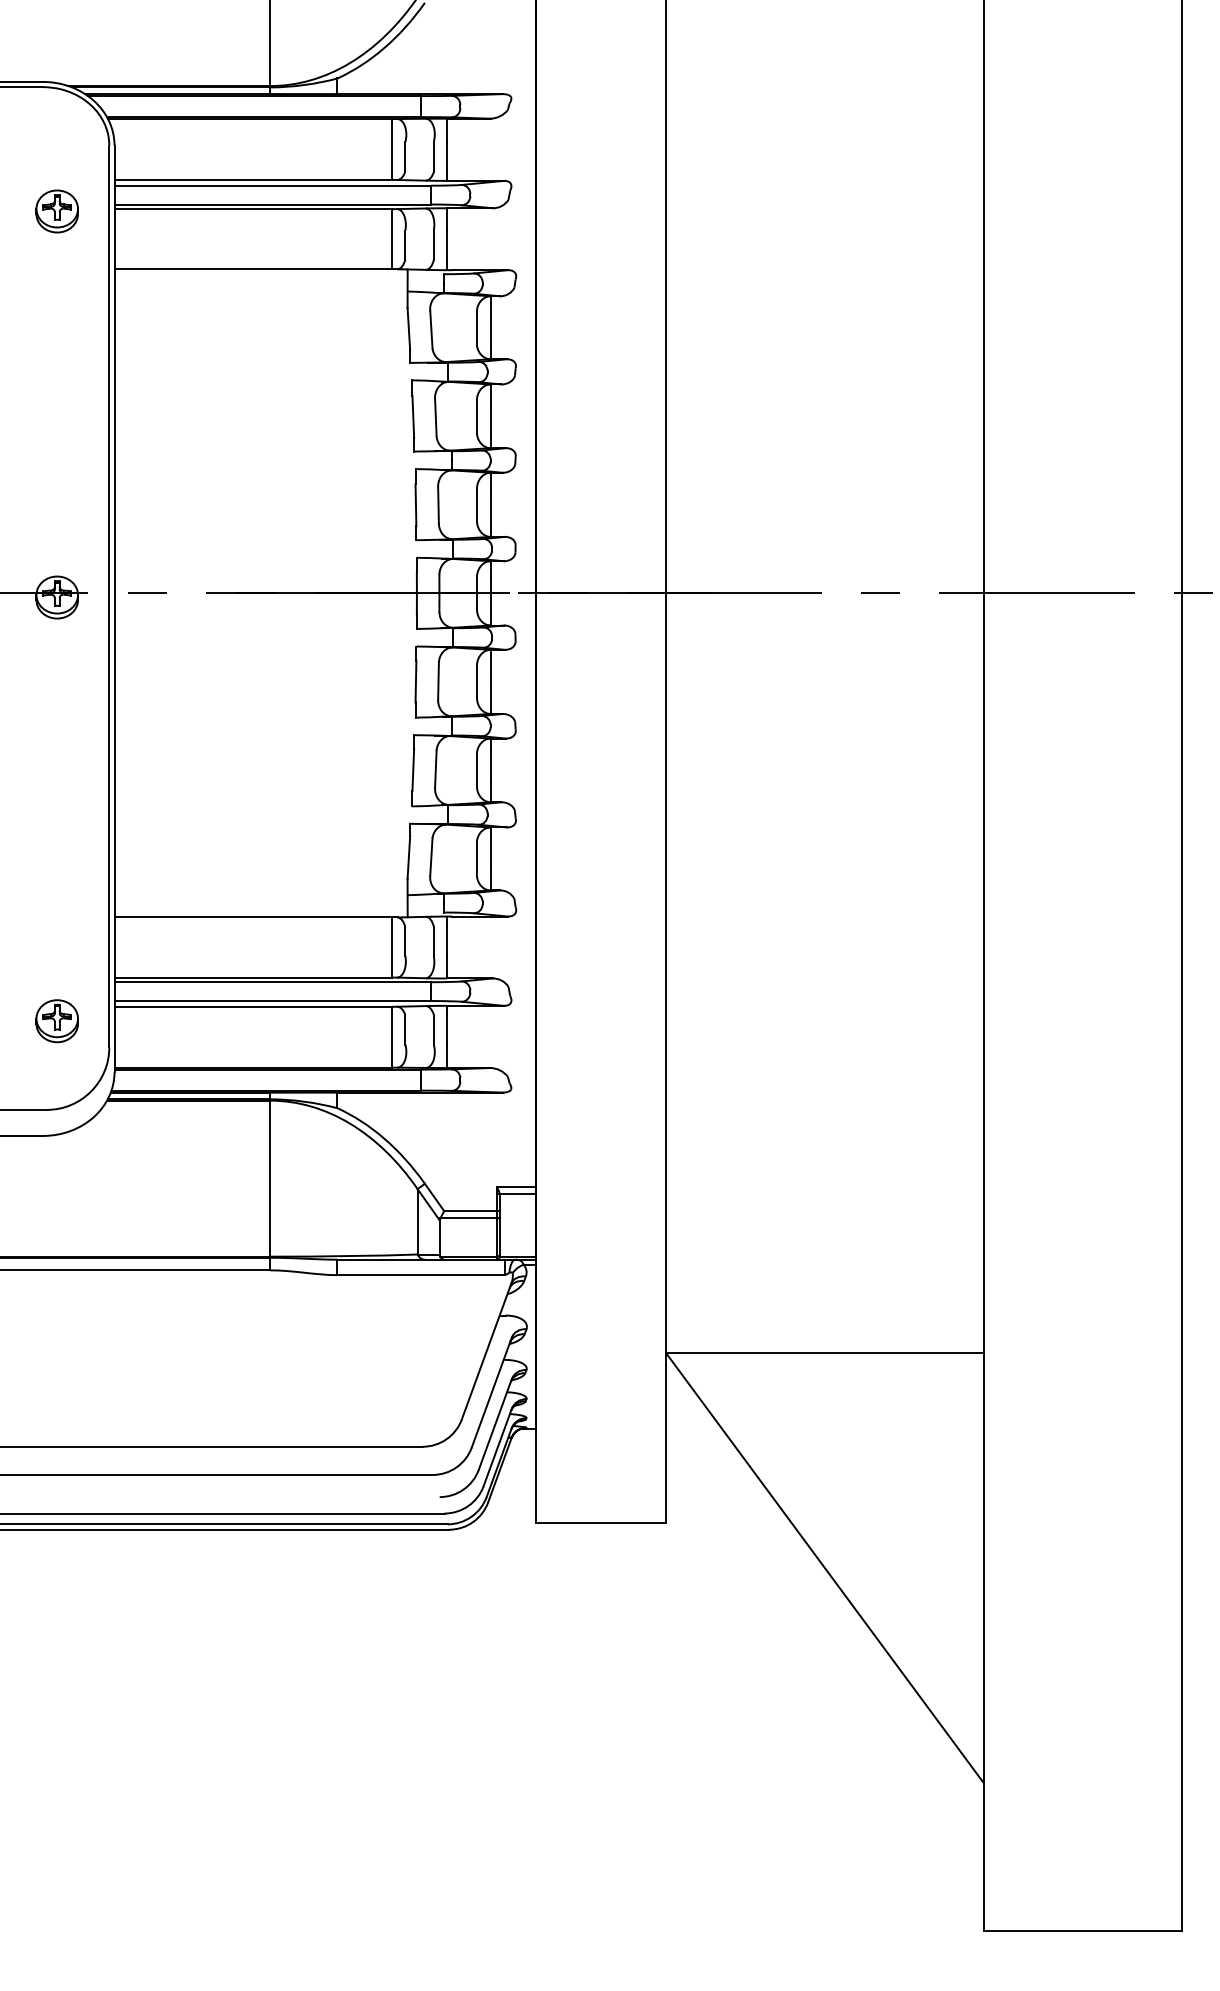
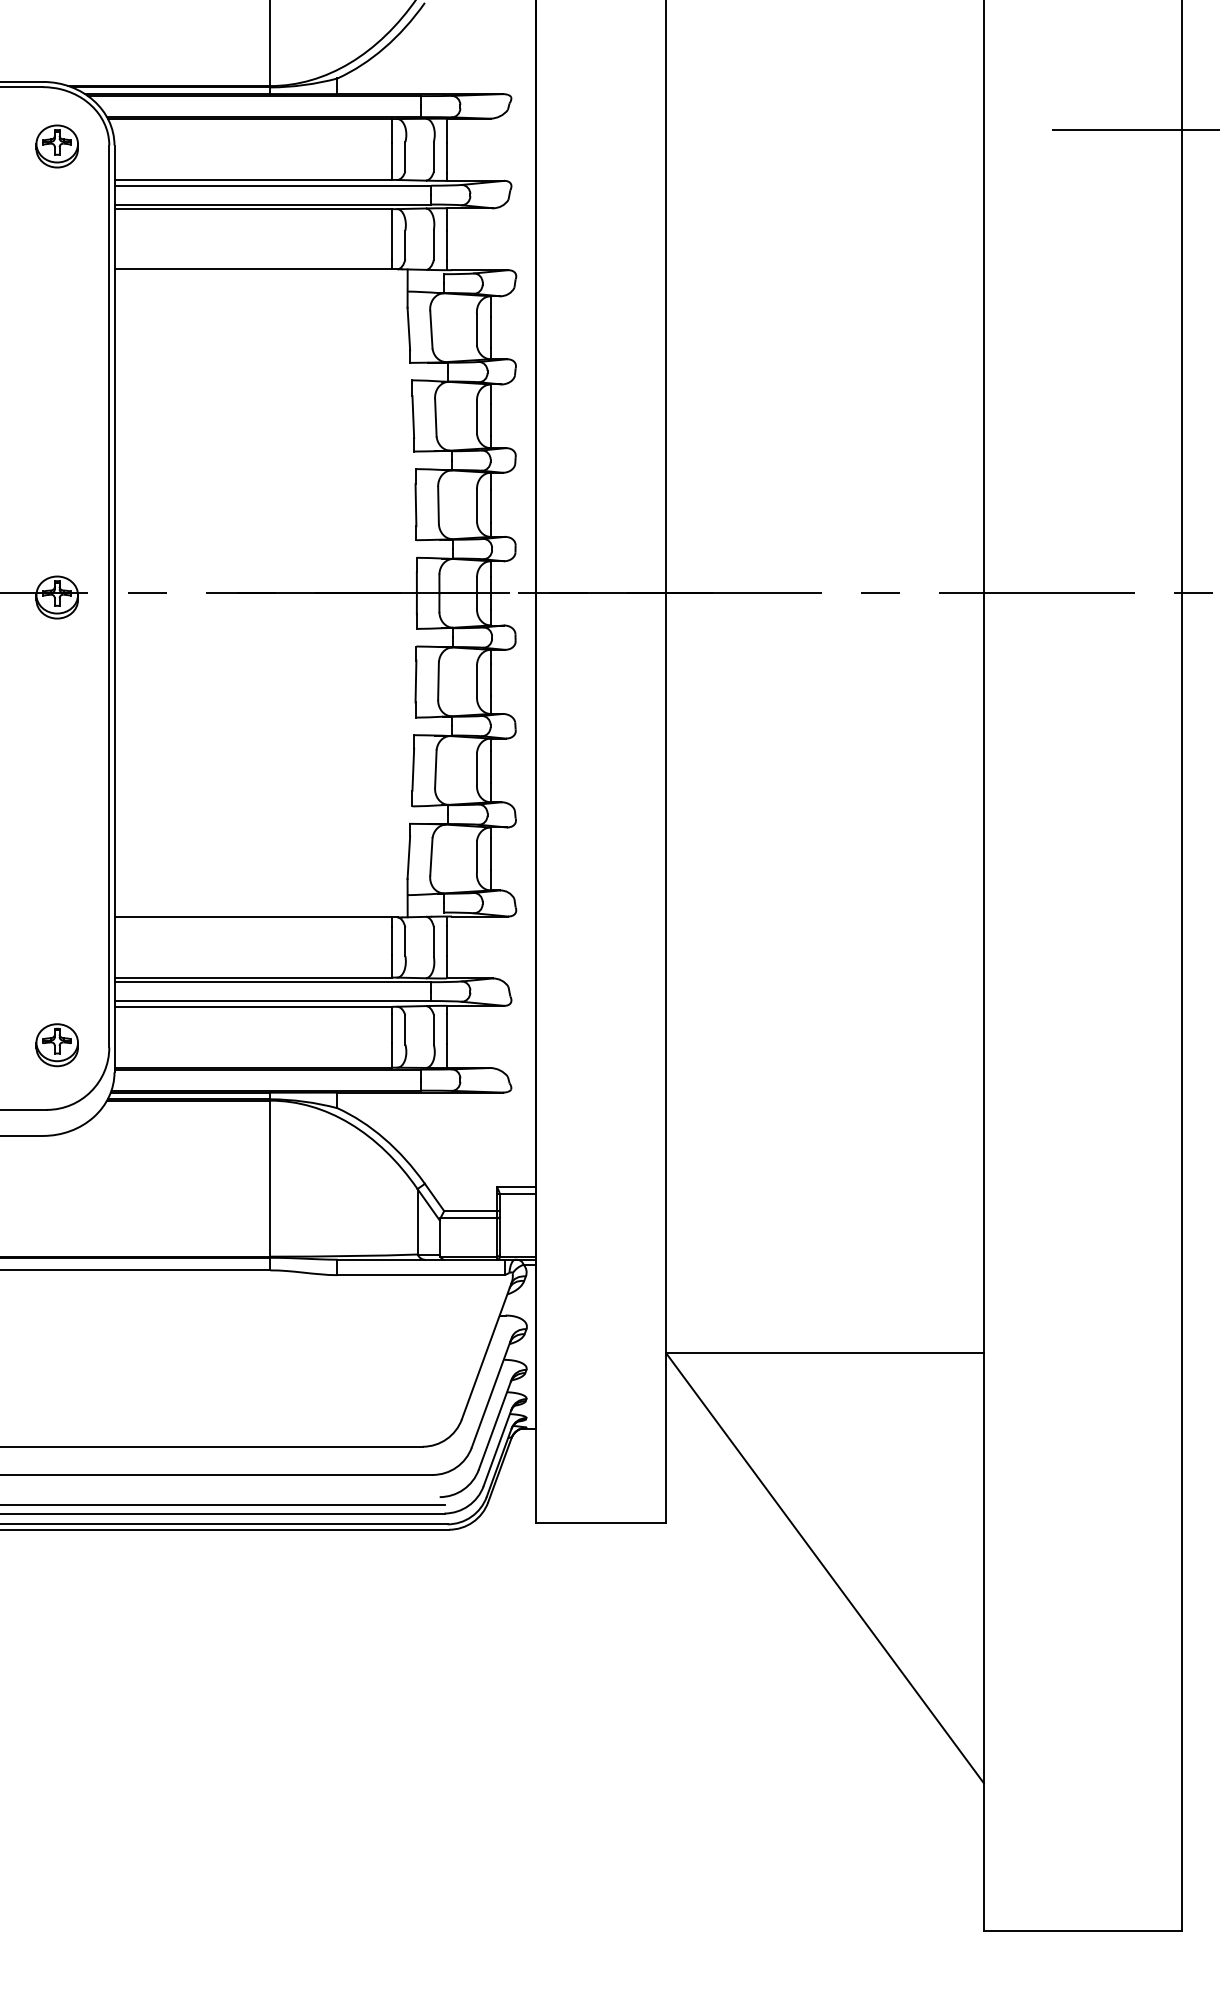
line at (1133, 130): none -> present
part at (56, 211) position: (56, 211) -> (56, 146)
part at (56, 1021) position: (56, 1021) -> (56, 1045)
line at (223, 1504): none -> present
